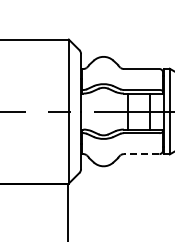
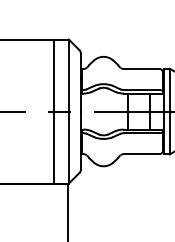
line at (53, 111): none -> present
line at (141, 154): dashed -> solid
